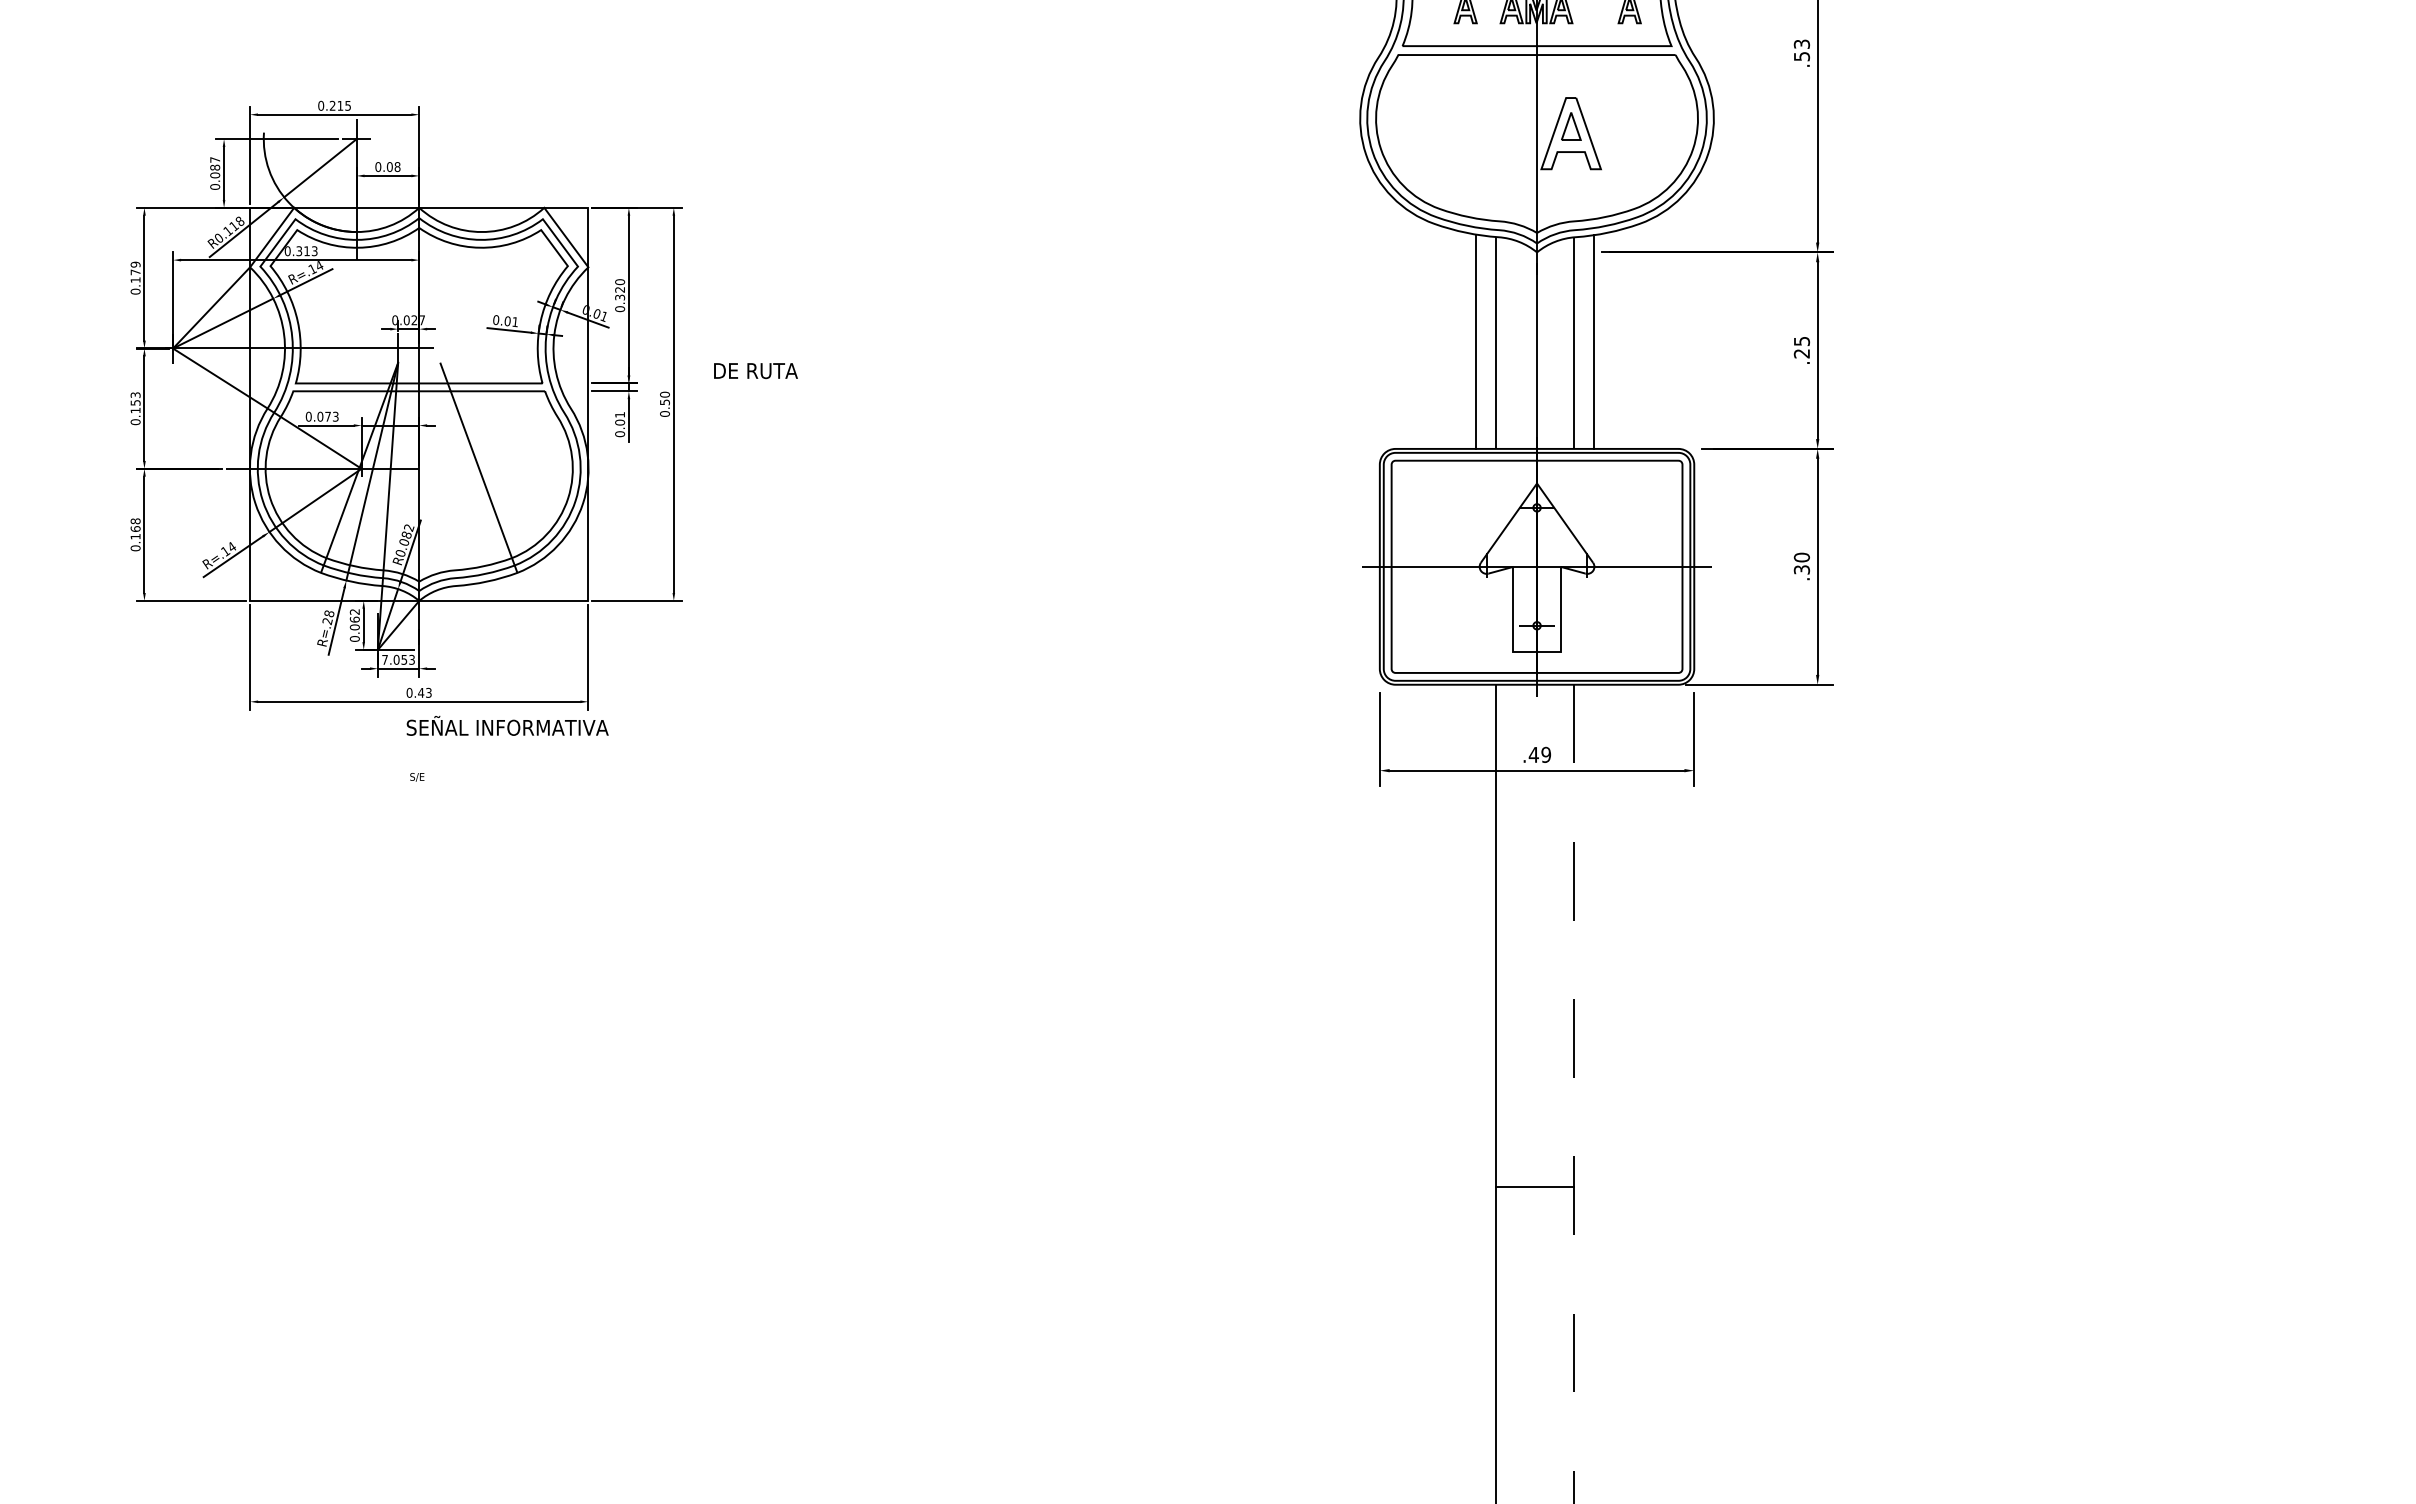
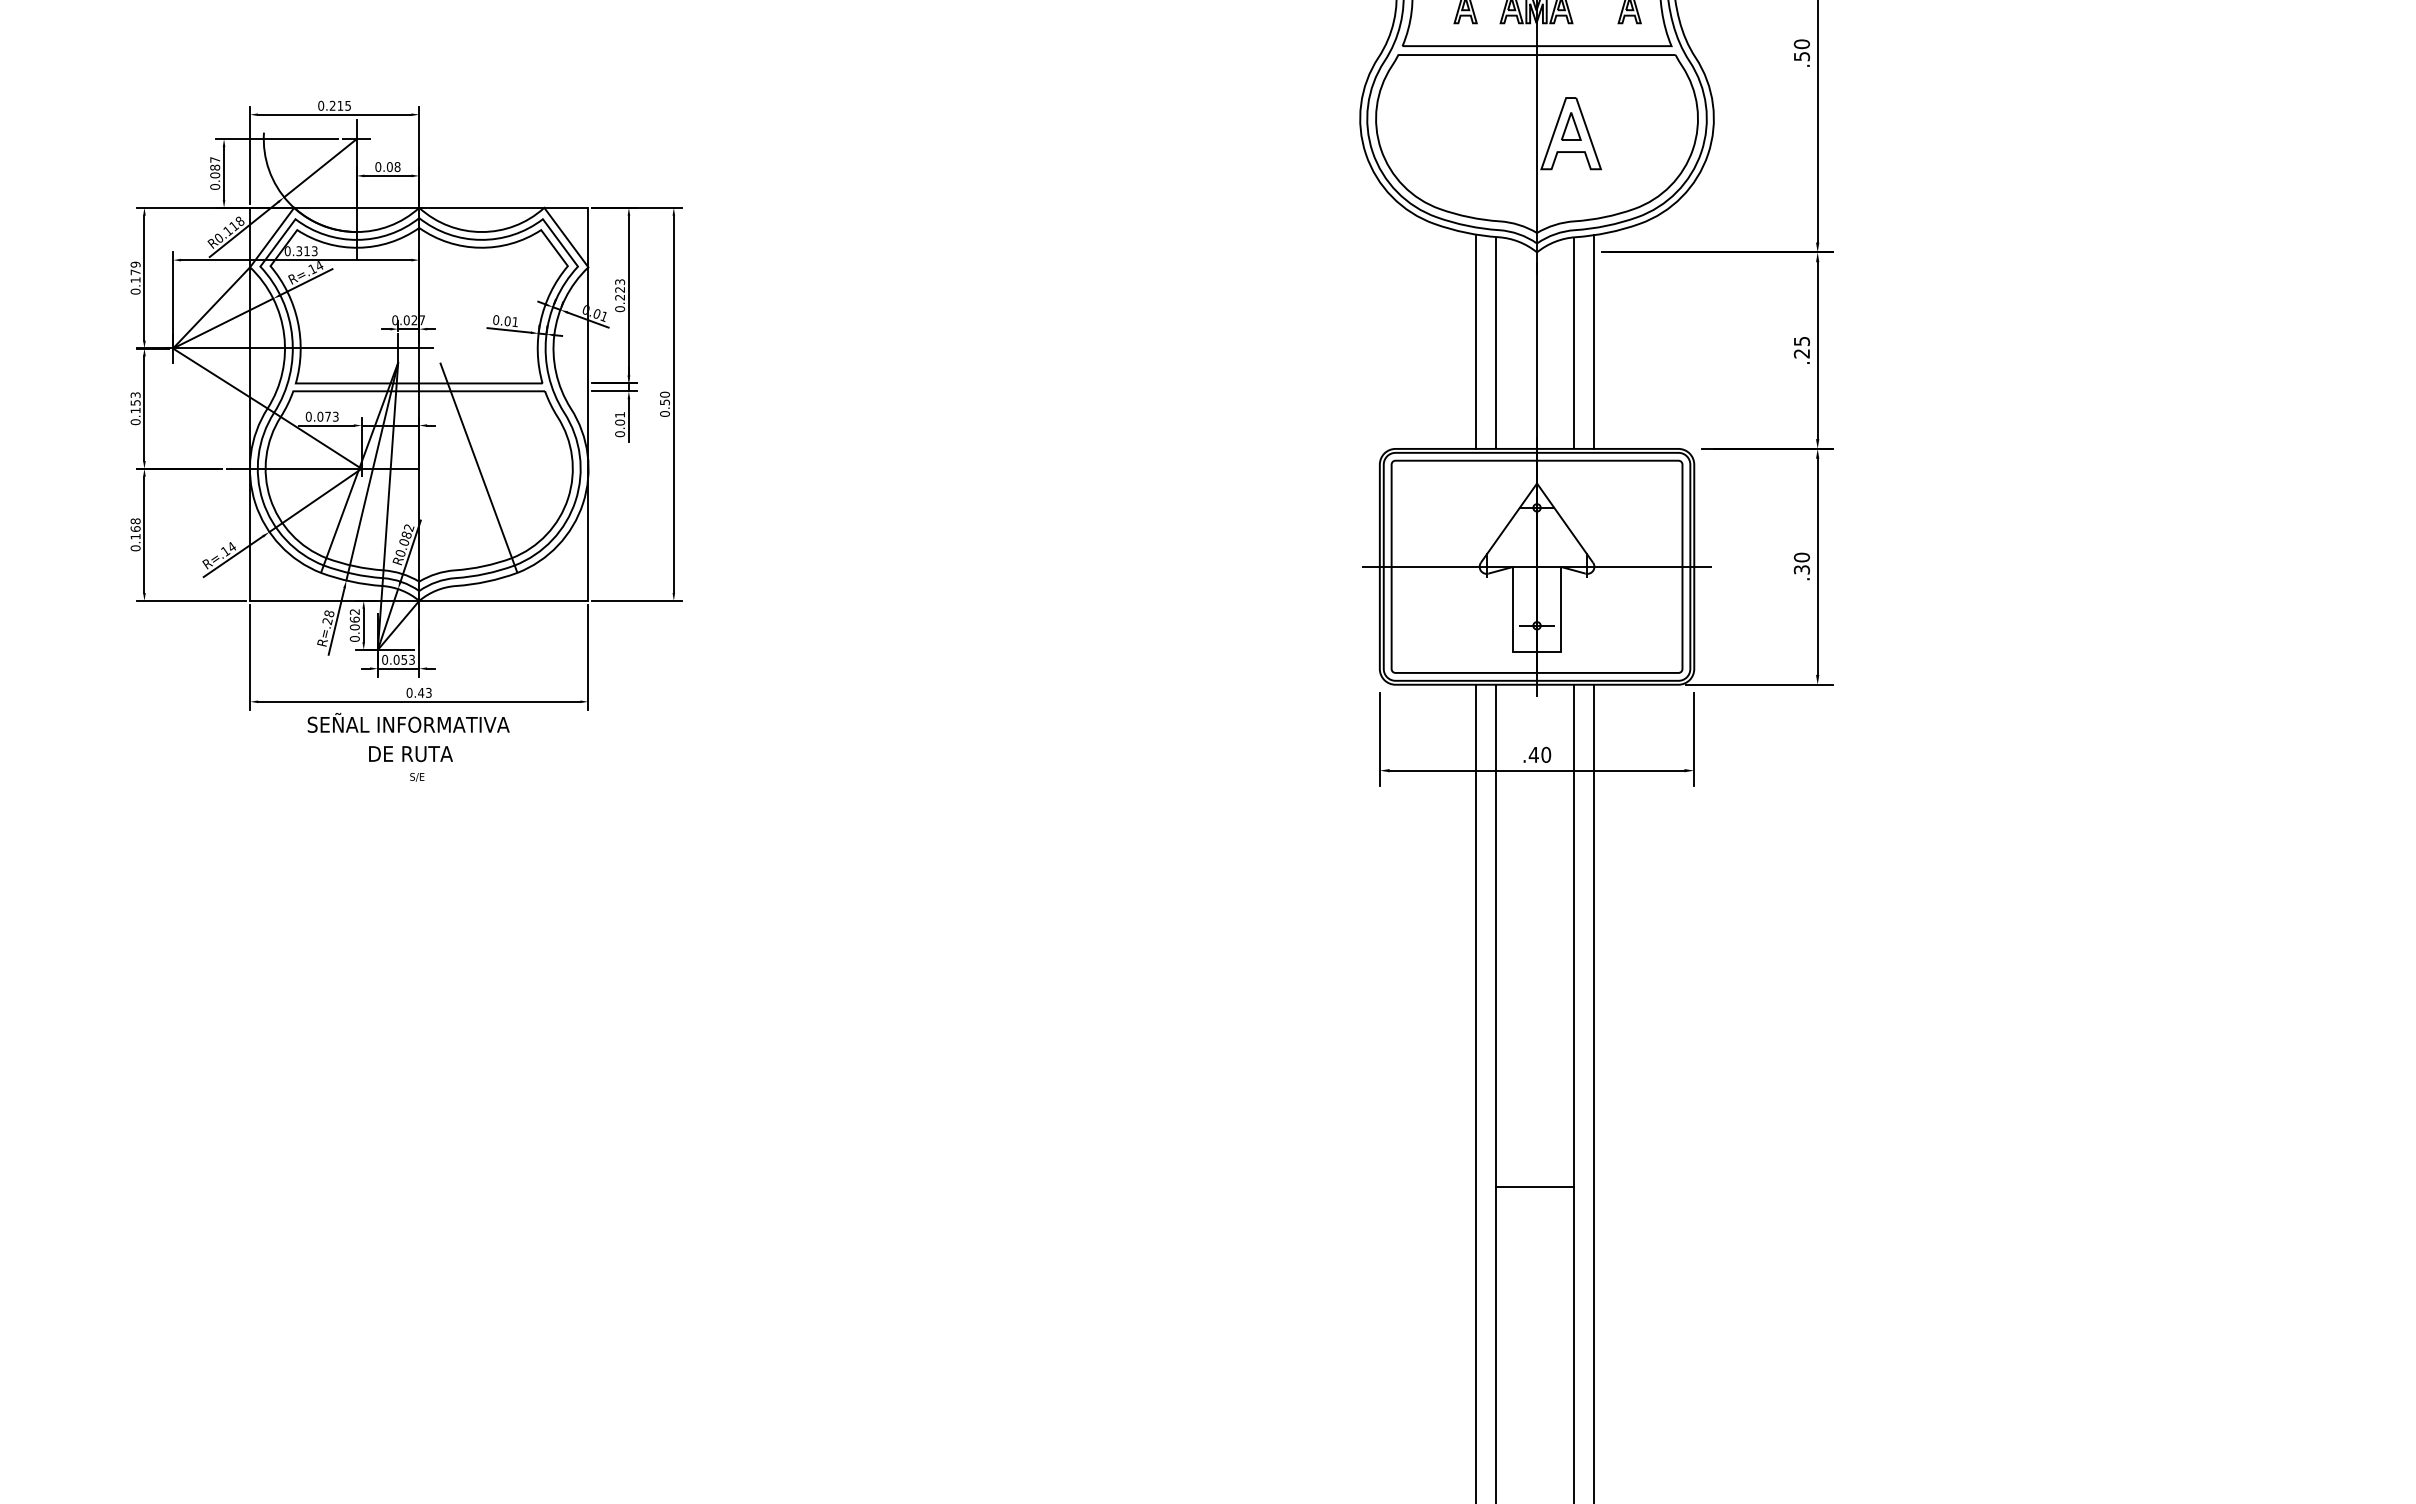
text at (1801, 44): .53 -> .50
text at (620, 289): 0.320 -> 0.223
text at (755, 371) position: (755, 371) -> (410, 754)
text at (385, 659): 7.053 -> 0.053
text at (507, 725) position: (507, 725) -> (408, 722)
text at (1545, 754): .49 -> .40
line at (1475, 1092): none -> present
line at (1593, 1092): none -> present
line at (1574, 1095): dashed -> solid
